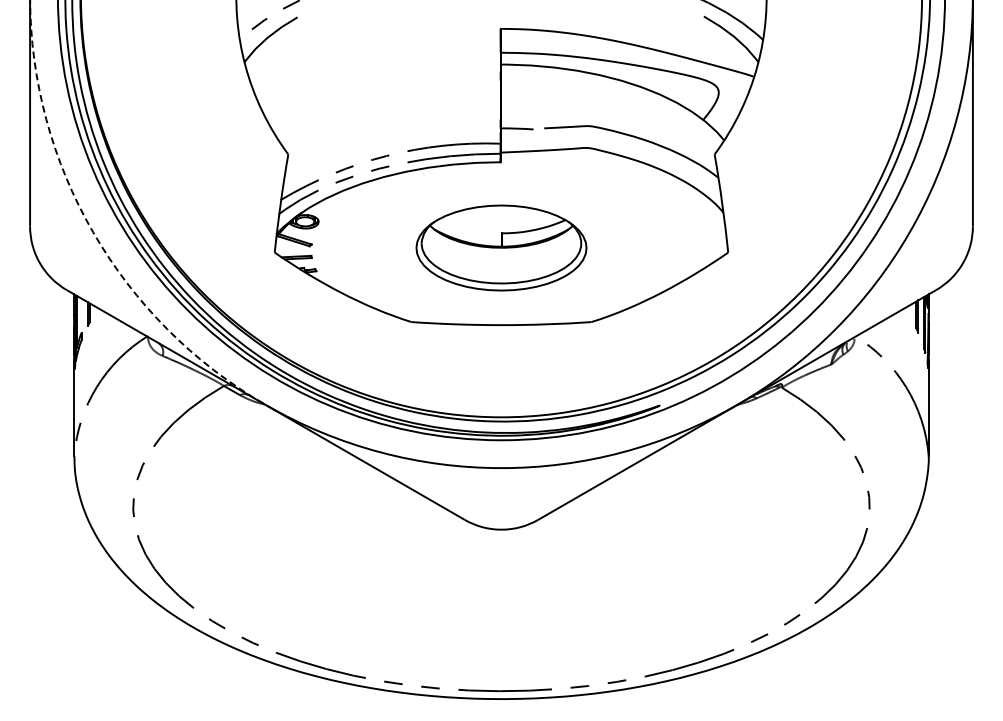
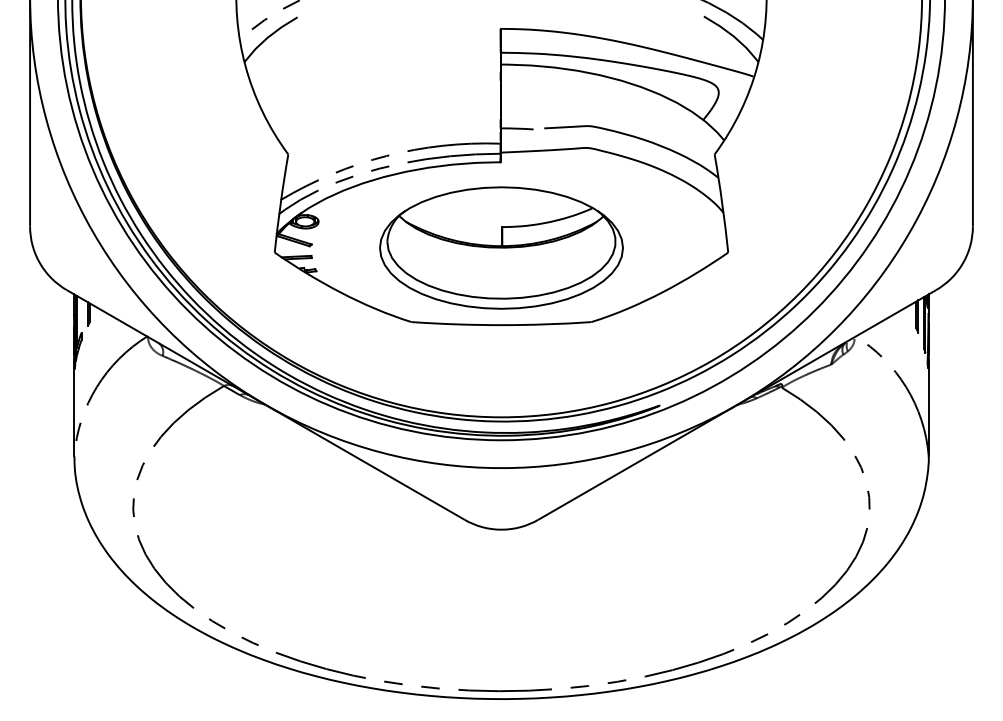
arc at (94, 234): dashed -> solid
part at (501, 247) size: 173x88 px -> 245x124 px
